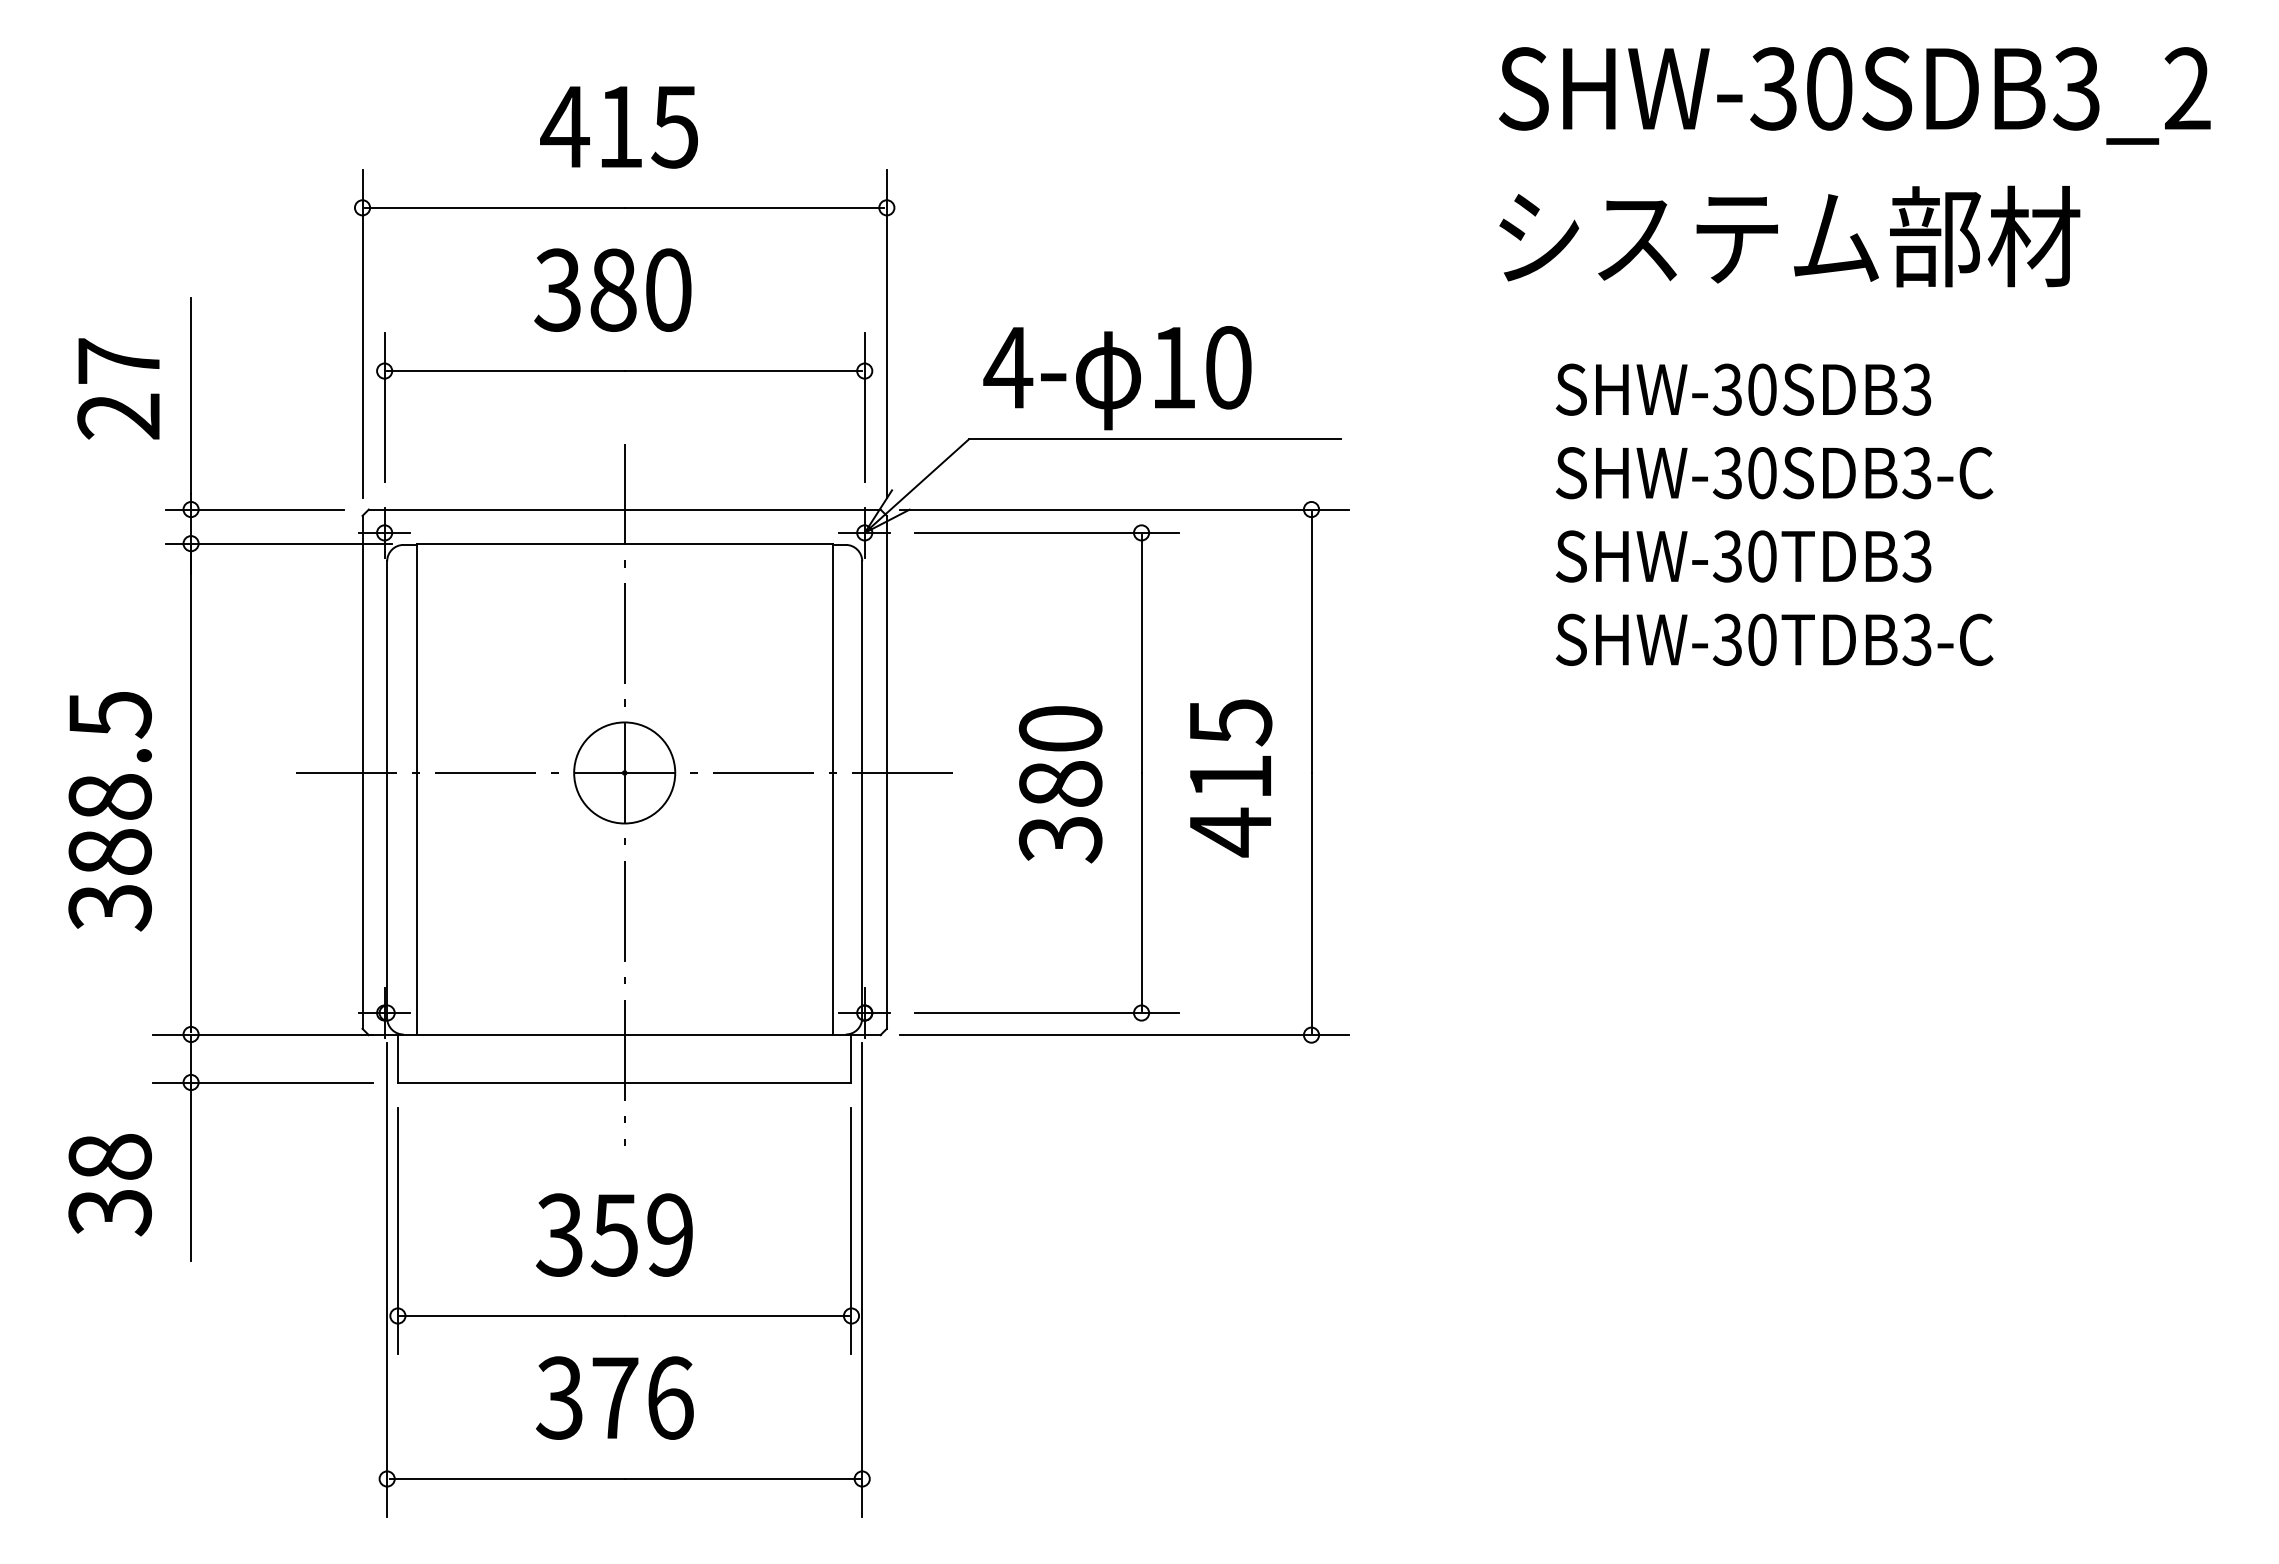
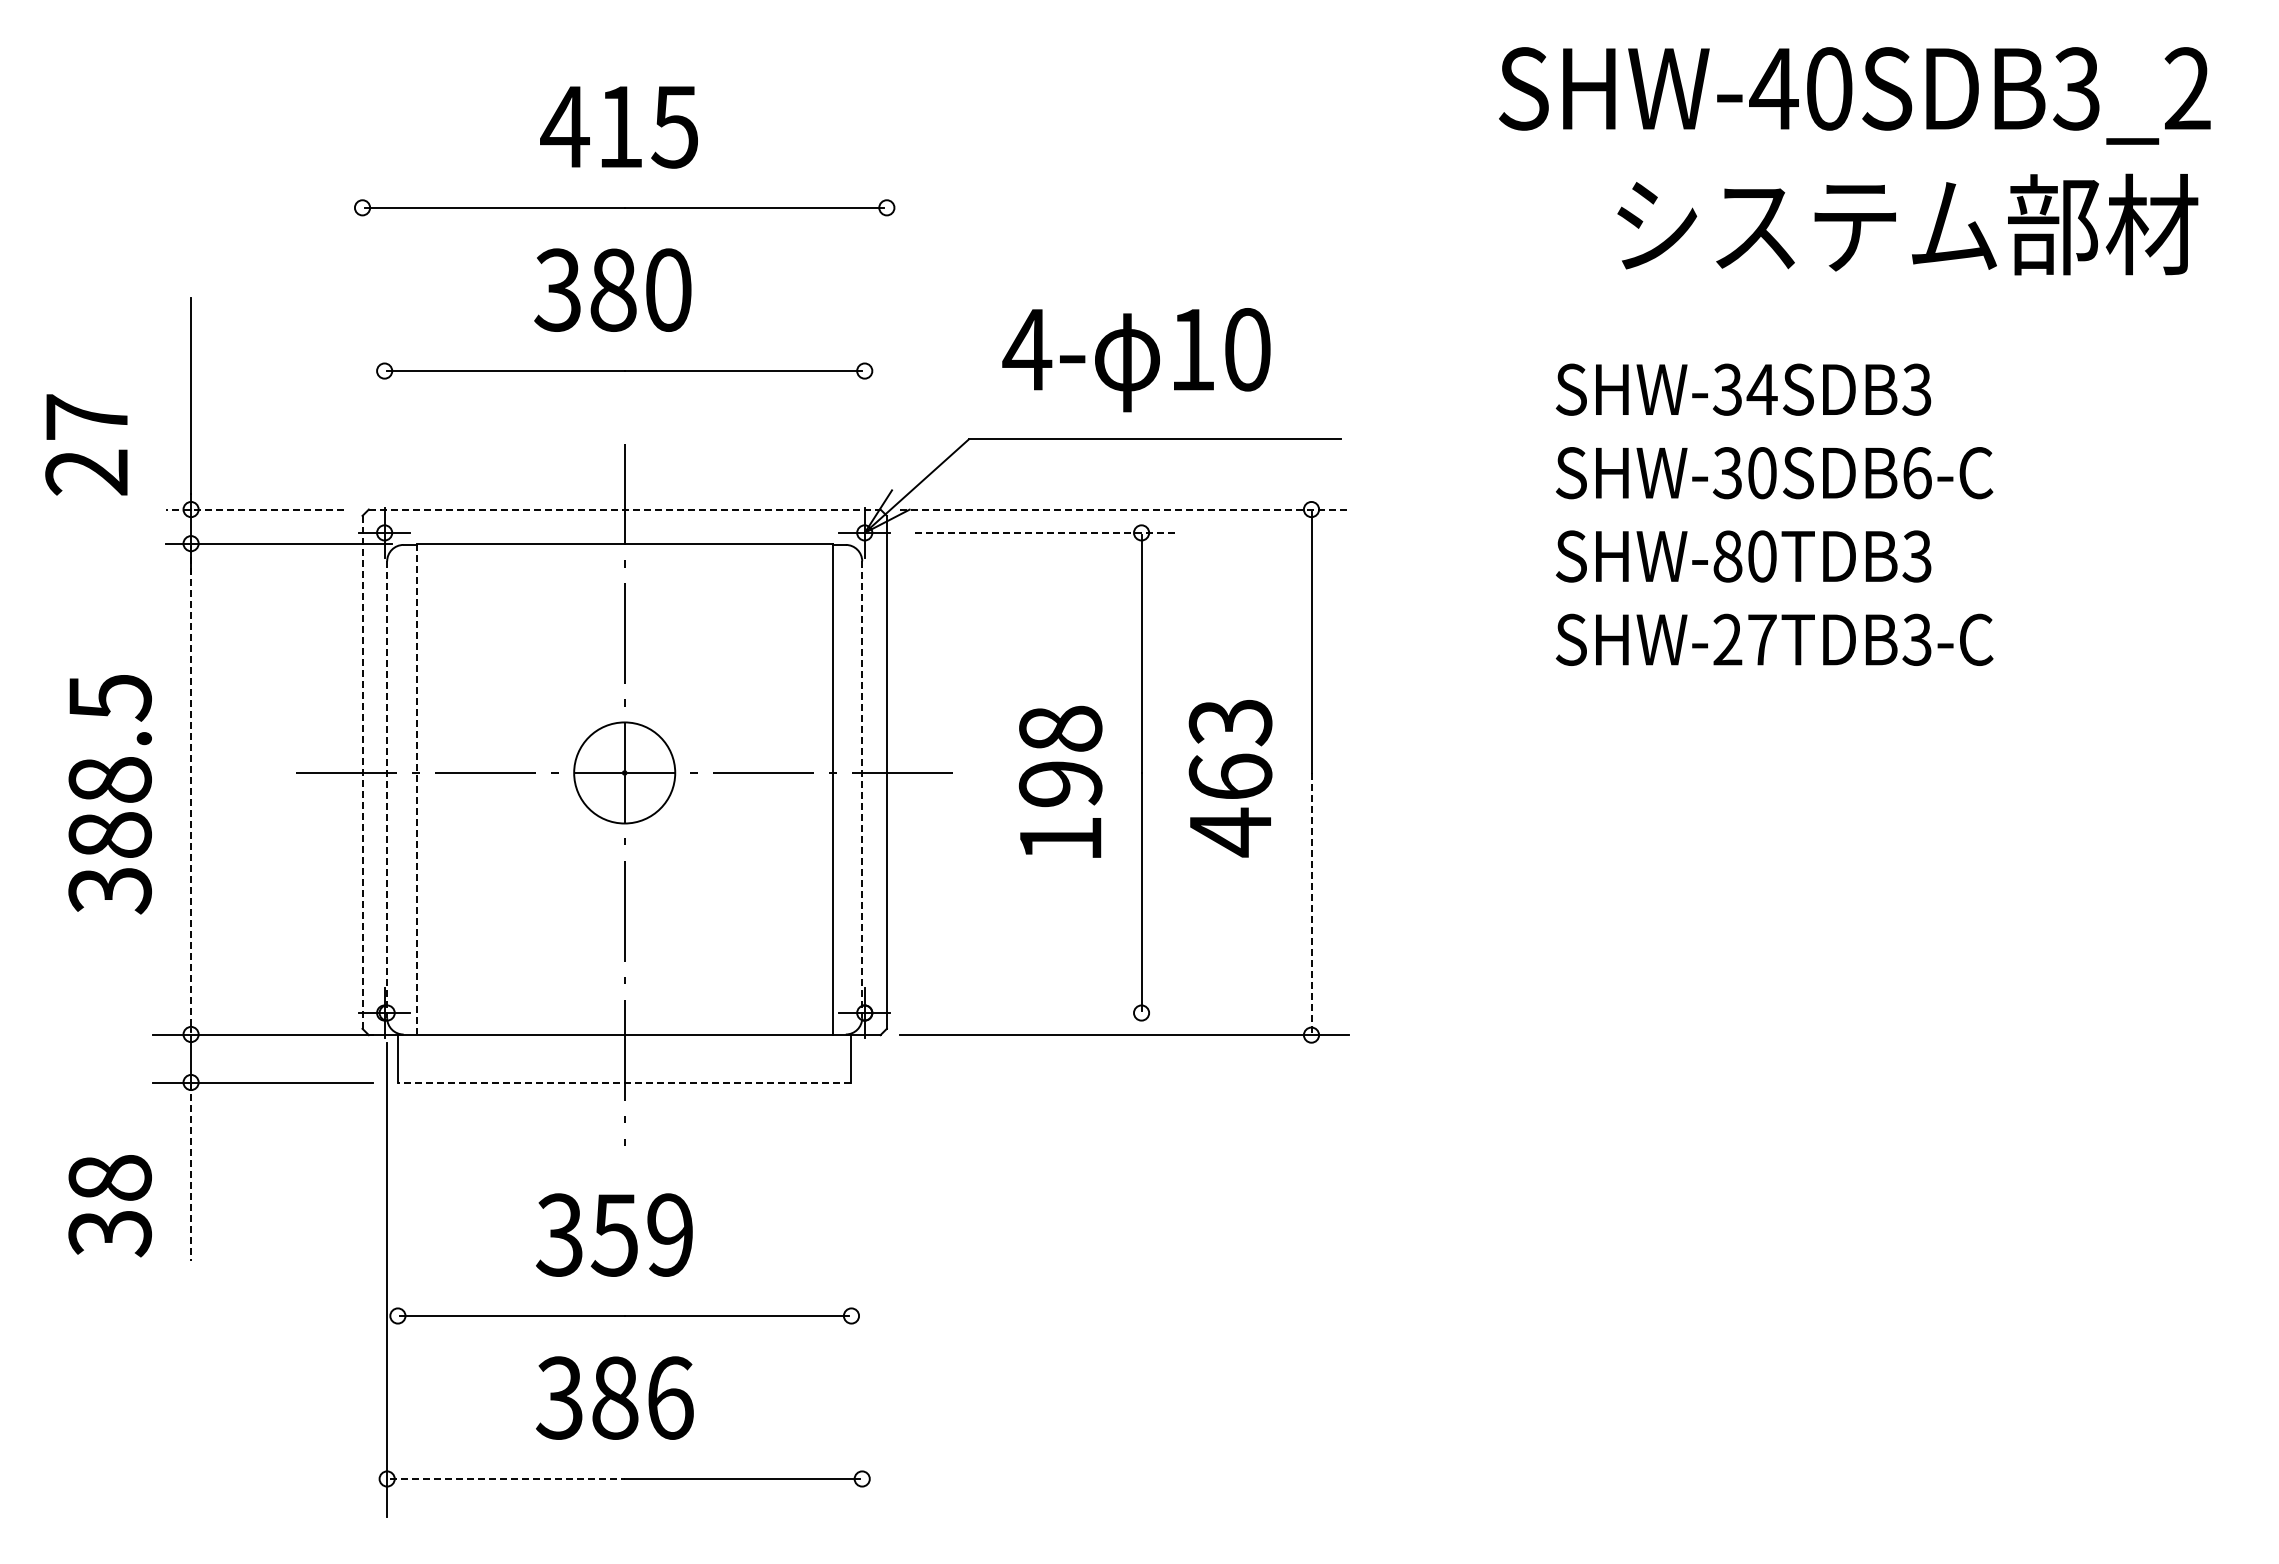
text at (1773, 88): SHW-30SDB3_2 -> SHW-40SDB3_2
text at (1789, 236) position: (1789, 236) -> (1907, 224)
line at (362, 333): present -> none
line at (886, 333): present -> none
text at (1117, 378) position: (1117, 378) -> (1136, 360)
text at (118, 388) position: (118, 388) -> (86, 444)
text at (1761, 389): SHW-30SDB3 -> SHW-34SDB3
line at (384, 407): present -> none
line at (864, 407): present -> none
text at (1916, 473): SHW-30SDB3-C -> SHW-30SDB6-C
line at (254, 509): solid -> dashed
line at (624, 509): solid -> dashed
line at (1124, 509): solid -> dashed
line at (1047, 532): solid -> dashed
text at (1727, 556): SHW-30TDB3 -> SHW-80TDB3
text at (1744, 639): SHW-30TDB3-C -> SHW-27TDB3-C
text at (1230, 748): 415 -> 463
line at (362, 772): solid -> dashed
text at (1060, 784): 380 -> 198
line at (191, 789): solid -> dashed
line at (416, 789): solid -> dashed
line at (387, 790): solid -> dashed
line at (862, 790): solid -> dashed
text at (109, 811) position: (109, 811) -> (109, 794)
line at (1311, 902): solid -> dashed
line at (1047, 1013): present -> none
line at (624, 1082): solid -> dashed
line at (191, 1172): solid -> dashed
text at (109, 1185) position: (109, 1185) -> (109, 1206)
line at (397, 1230): present -> none
line at (851, 1230): present -> none
line at (862, 1279): present -> none
text at (615, 1397): 376 -> 386
line at (507, 1478): solid -> dashed
